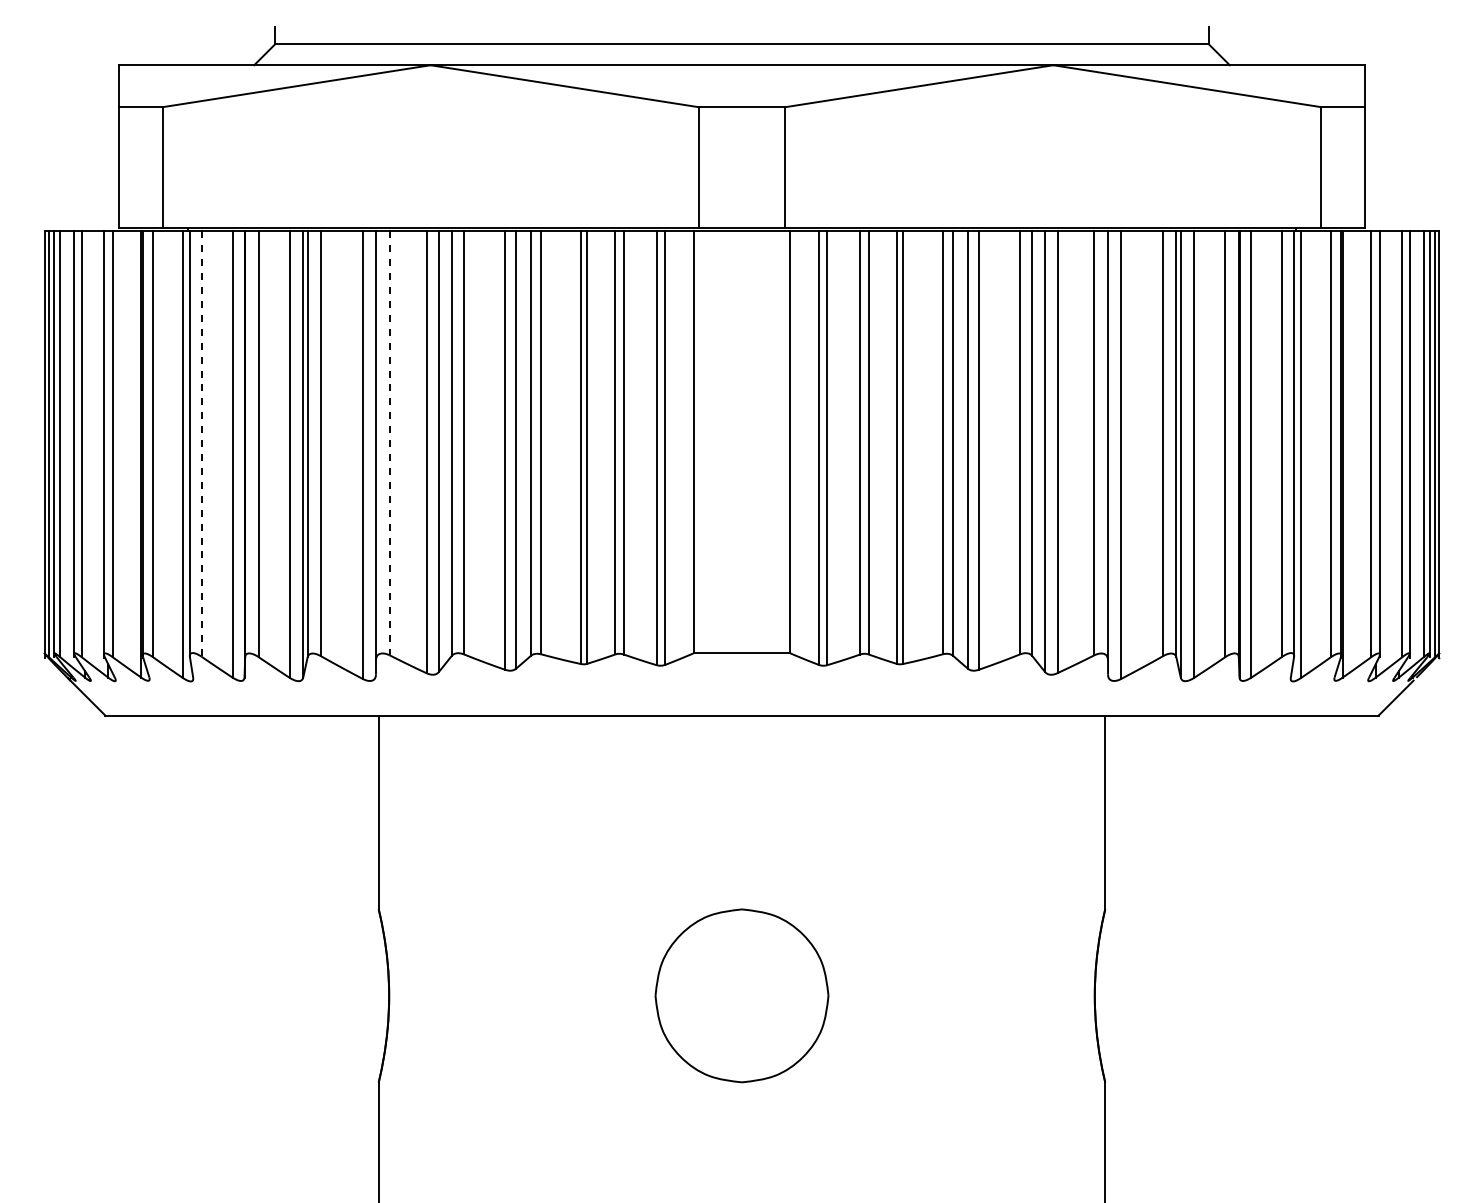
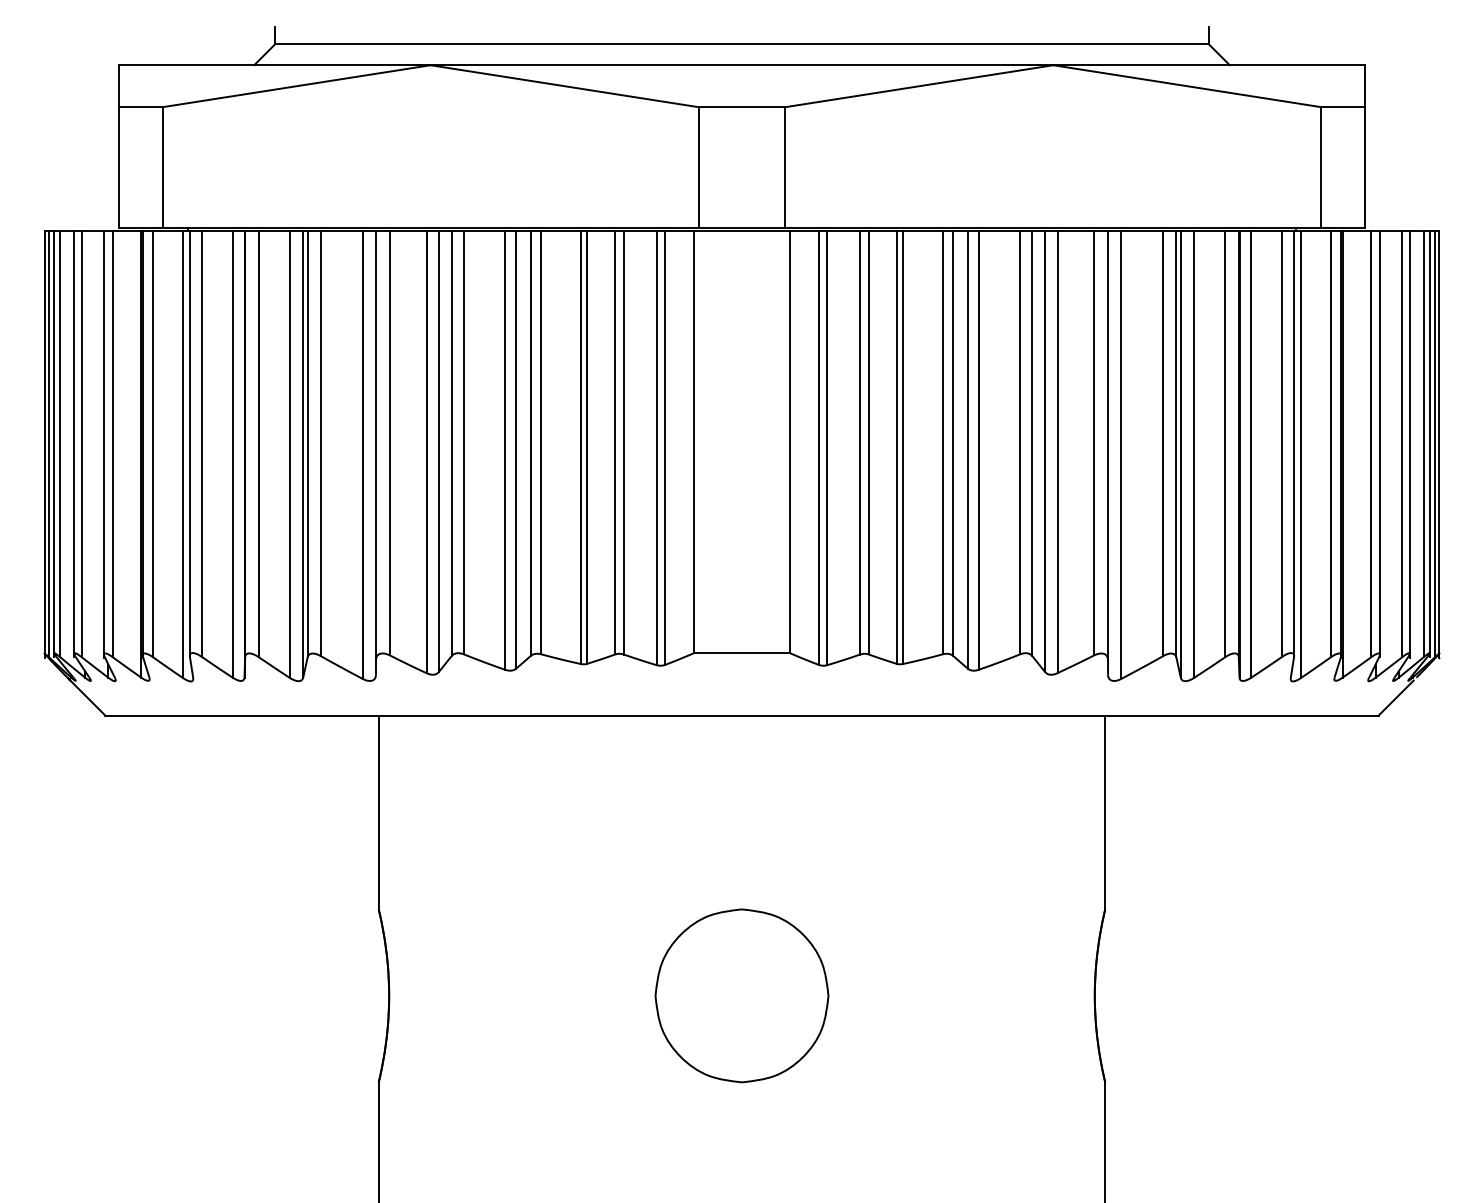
line at (389, 443): dashed -> solid
line at (201, 444): dashed -> solid
